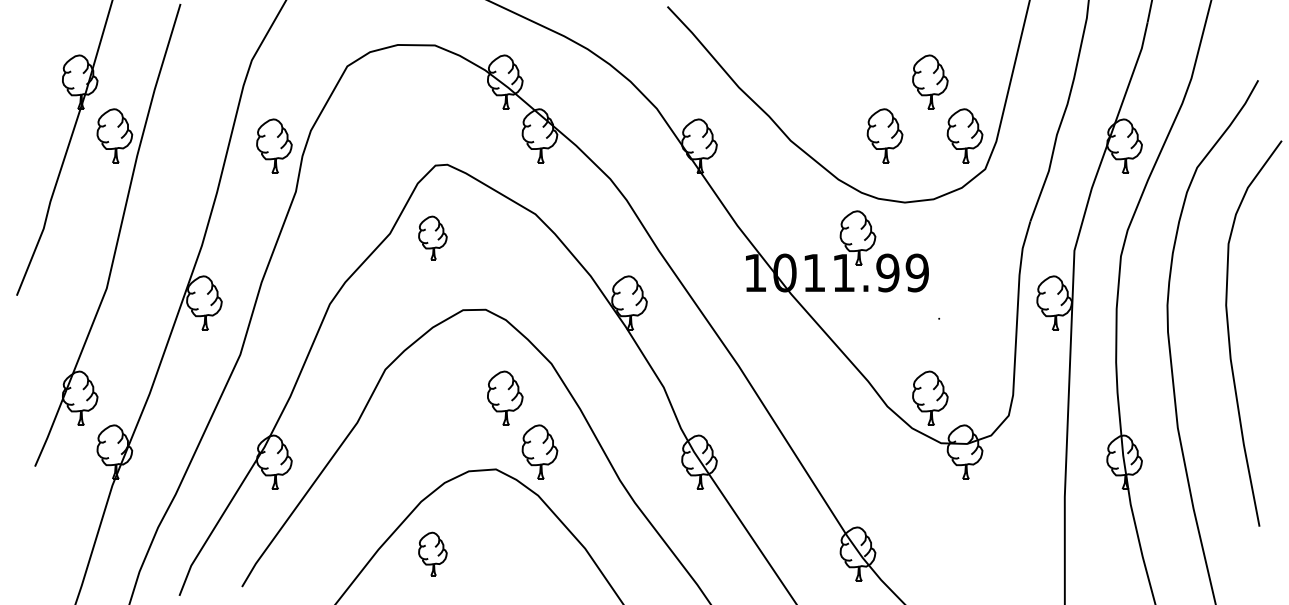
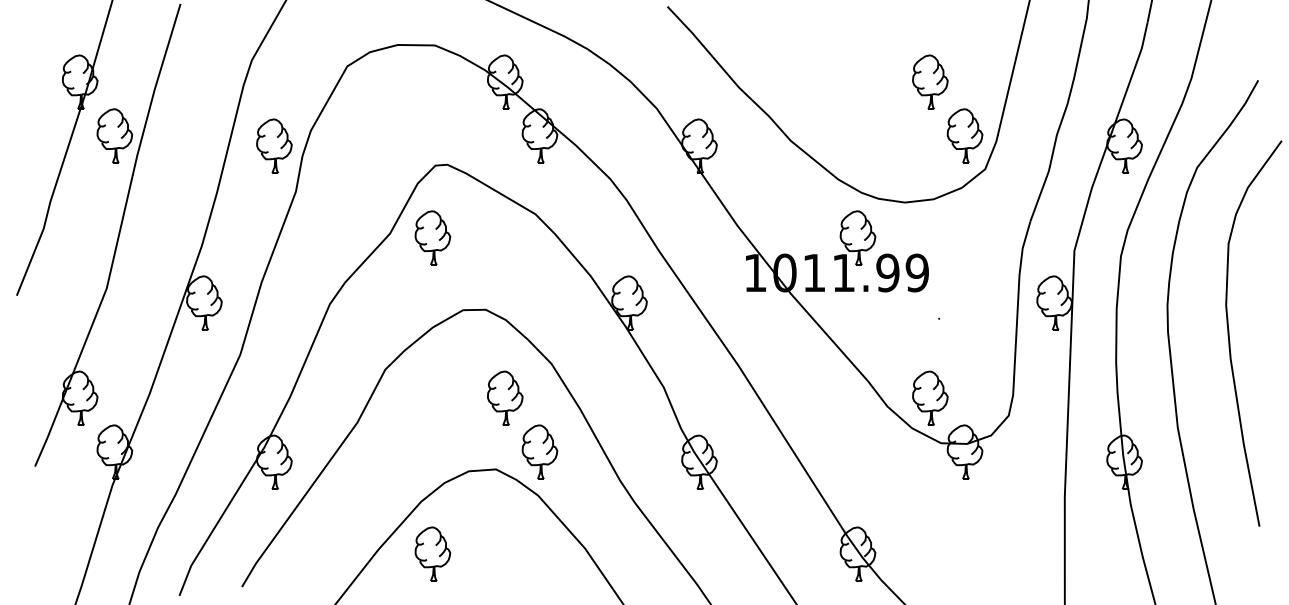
part at (884, 135): present -> none
part at (432, 237) size: 30x46 px -> 38x56 px
part at (432, 553) size: 30x46 px -> 38x56 px
